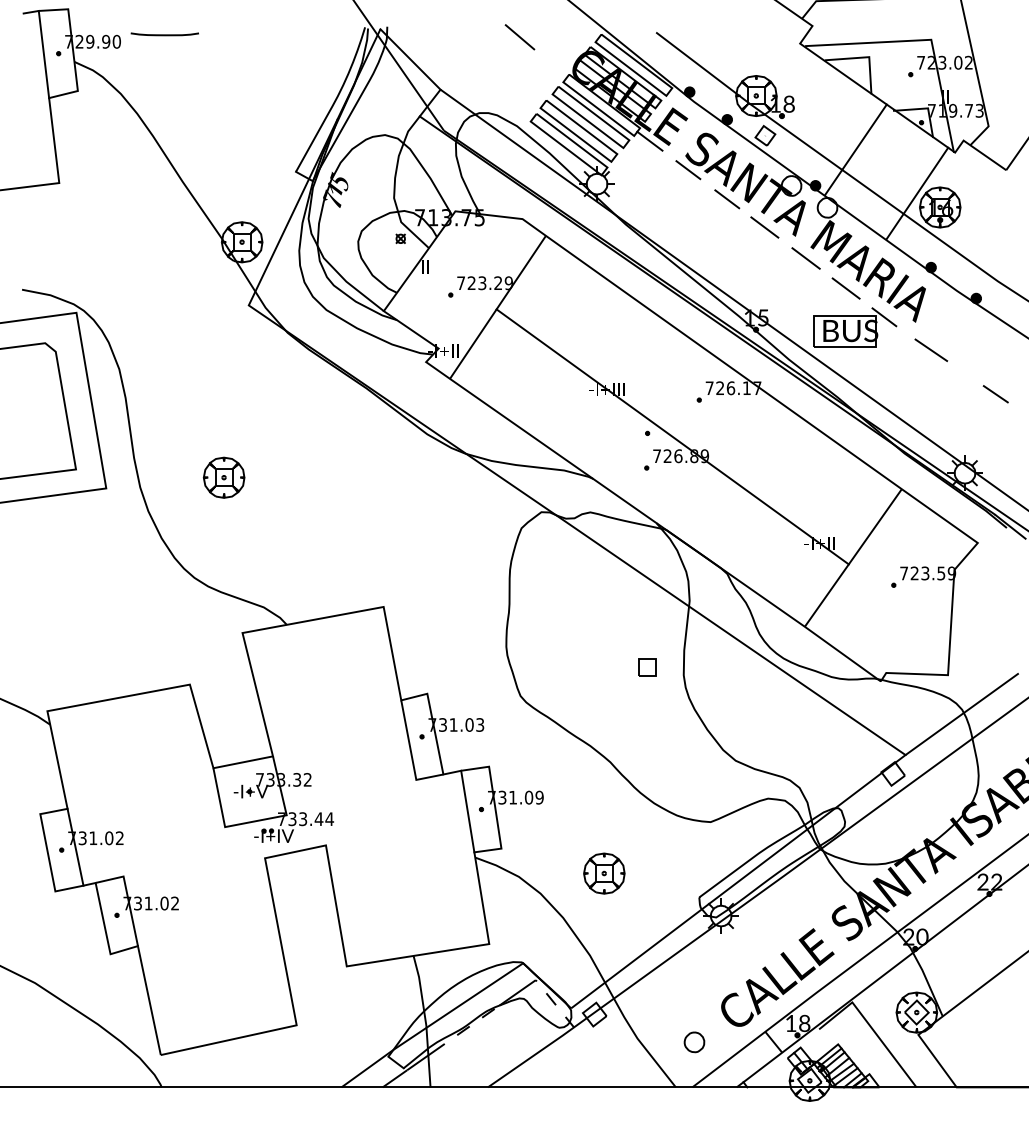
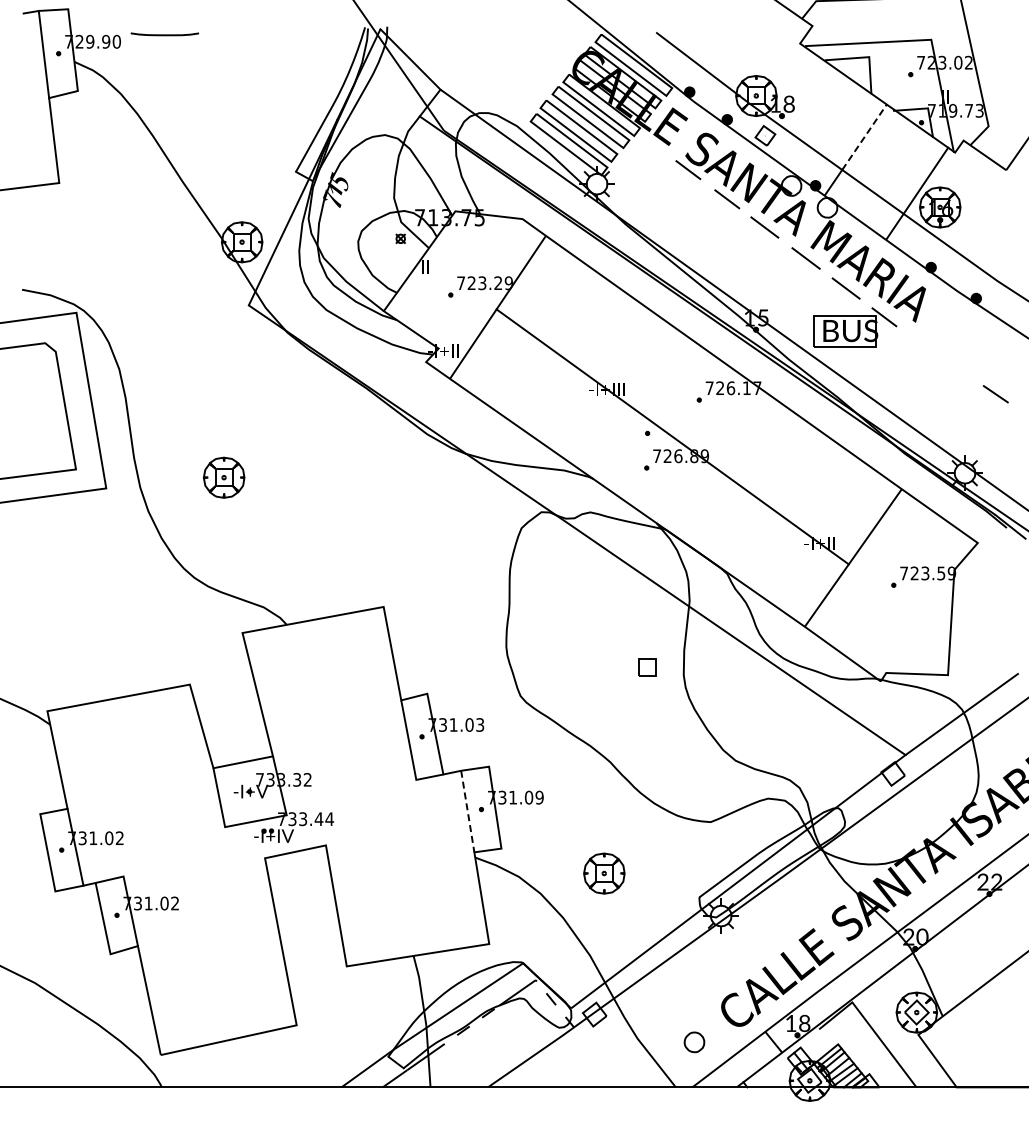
line at (519, 37): present -> none
line at (864, 137): solid -> dashed
line at (649, 140): present -> none
line at (931, 349): present -> none
line at (467, 812): solid -> dashed
